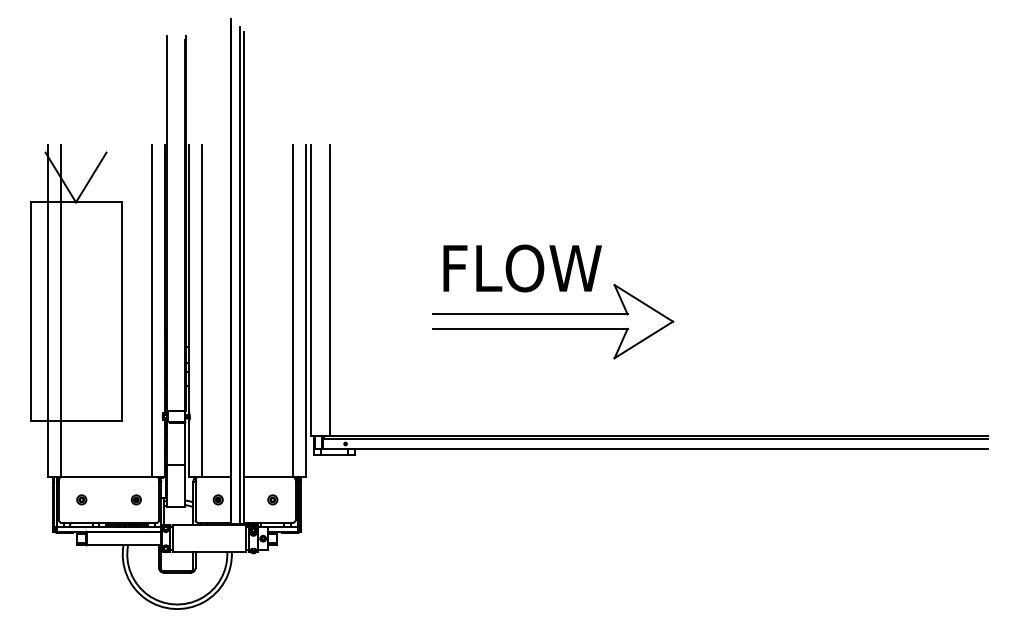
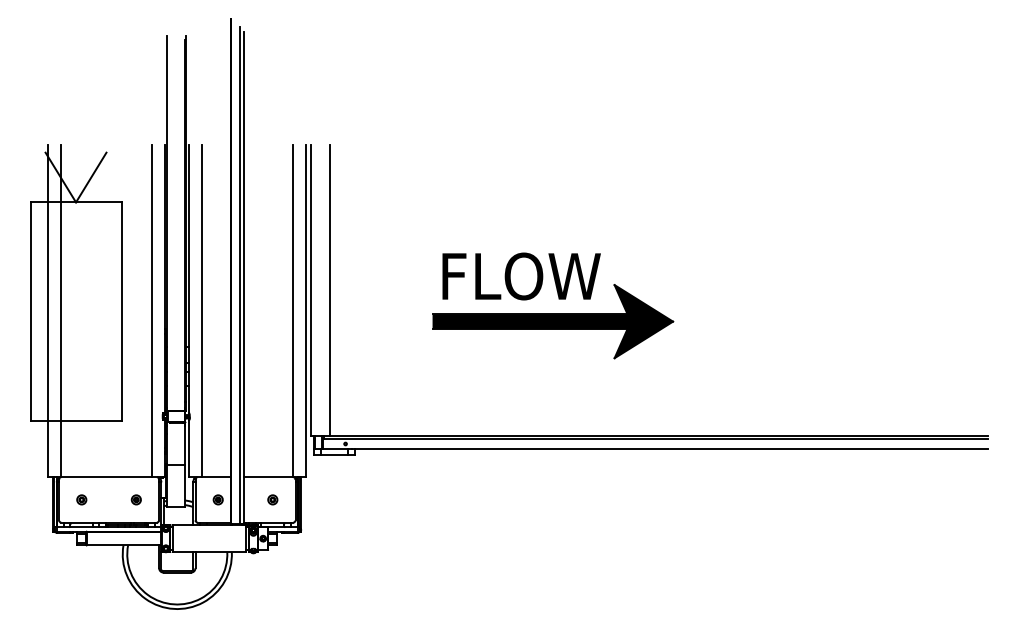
text at (522, 268) position: (522, 268) -> (521, 276)
fill at (552, 321): none -> present
